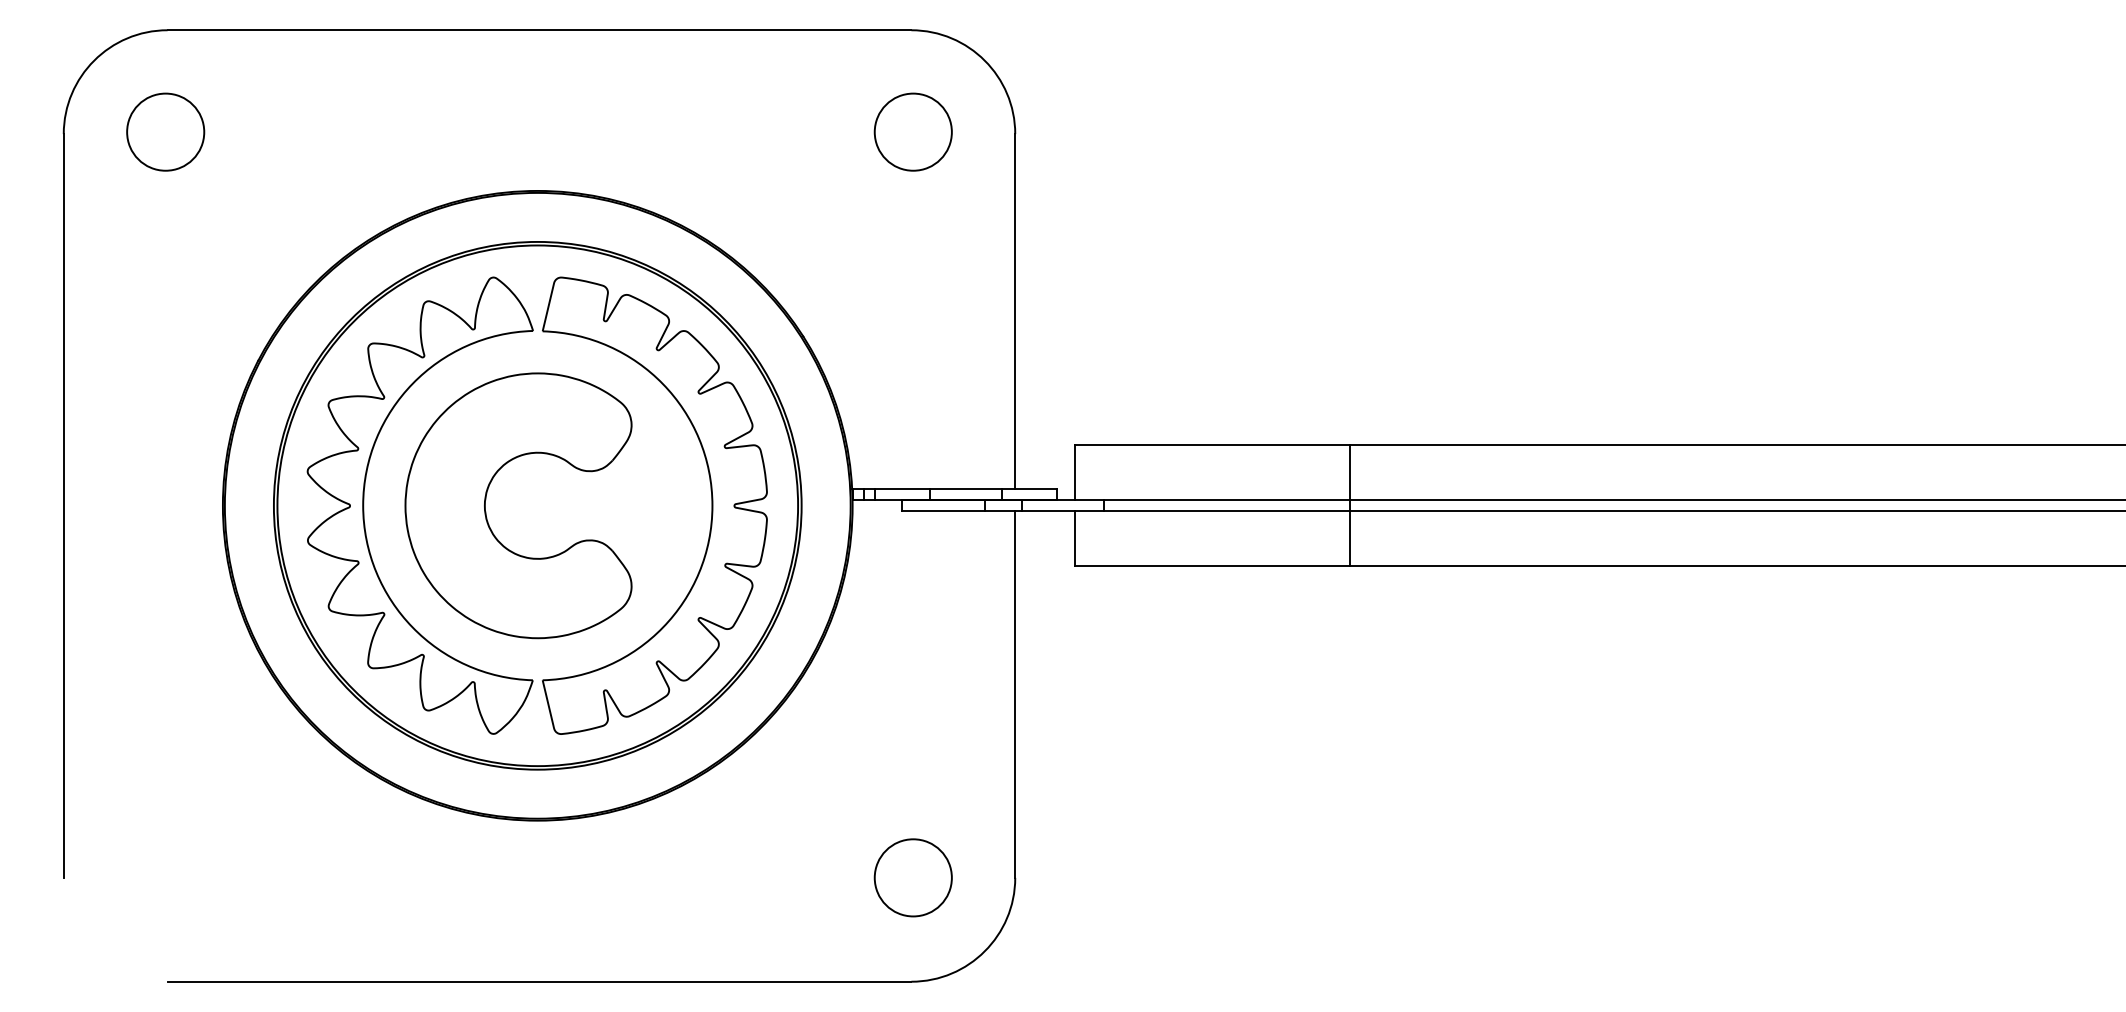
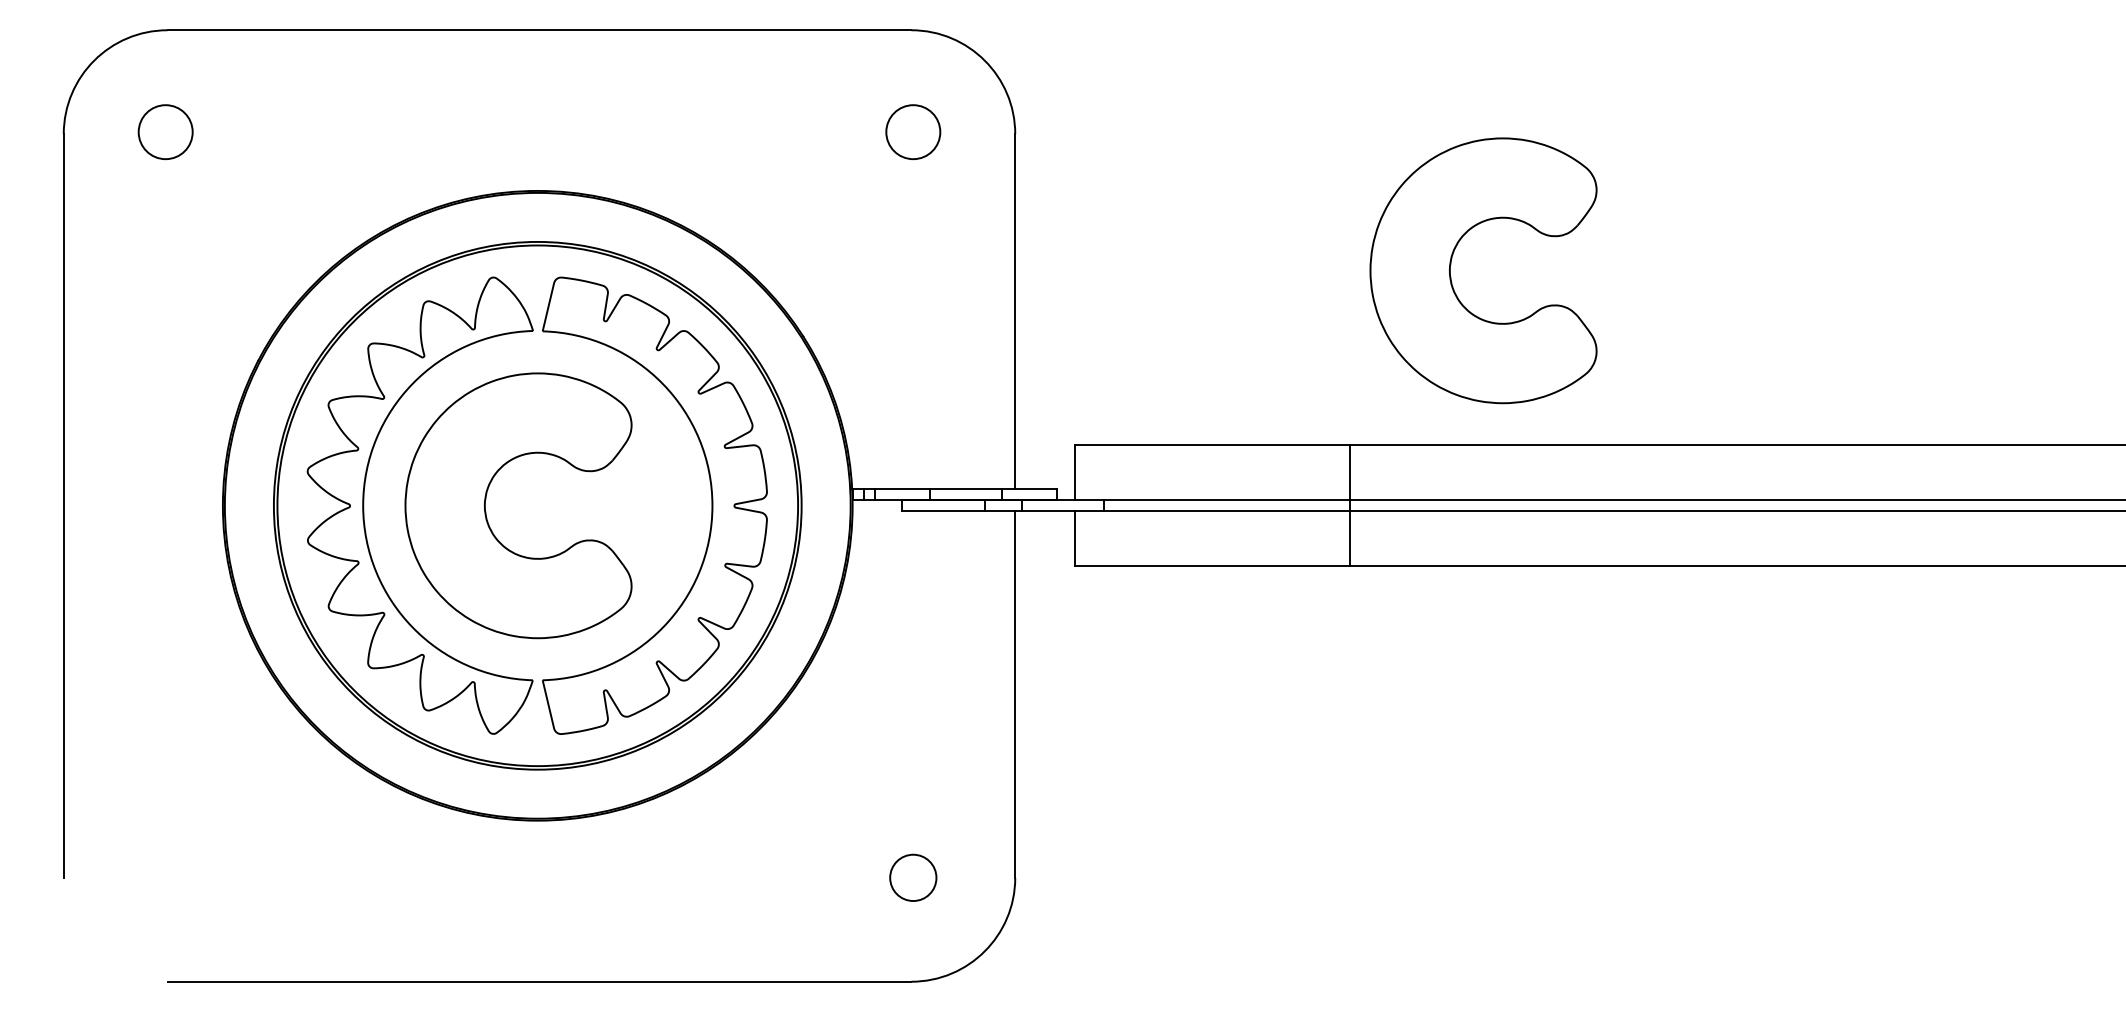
circle at (165, 131) diameter: 77 px -> 54 px
circle at (912, 131) diameter: 77 px -> 54 px
part at (1451, 264): none -> present
circle at (912, 877) diameter: 77 px -> 46 px
